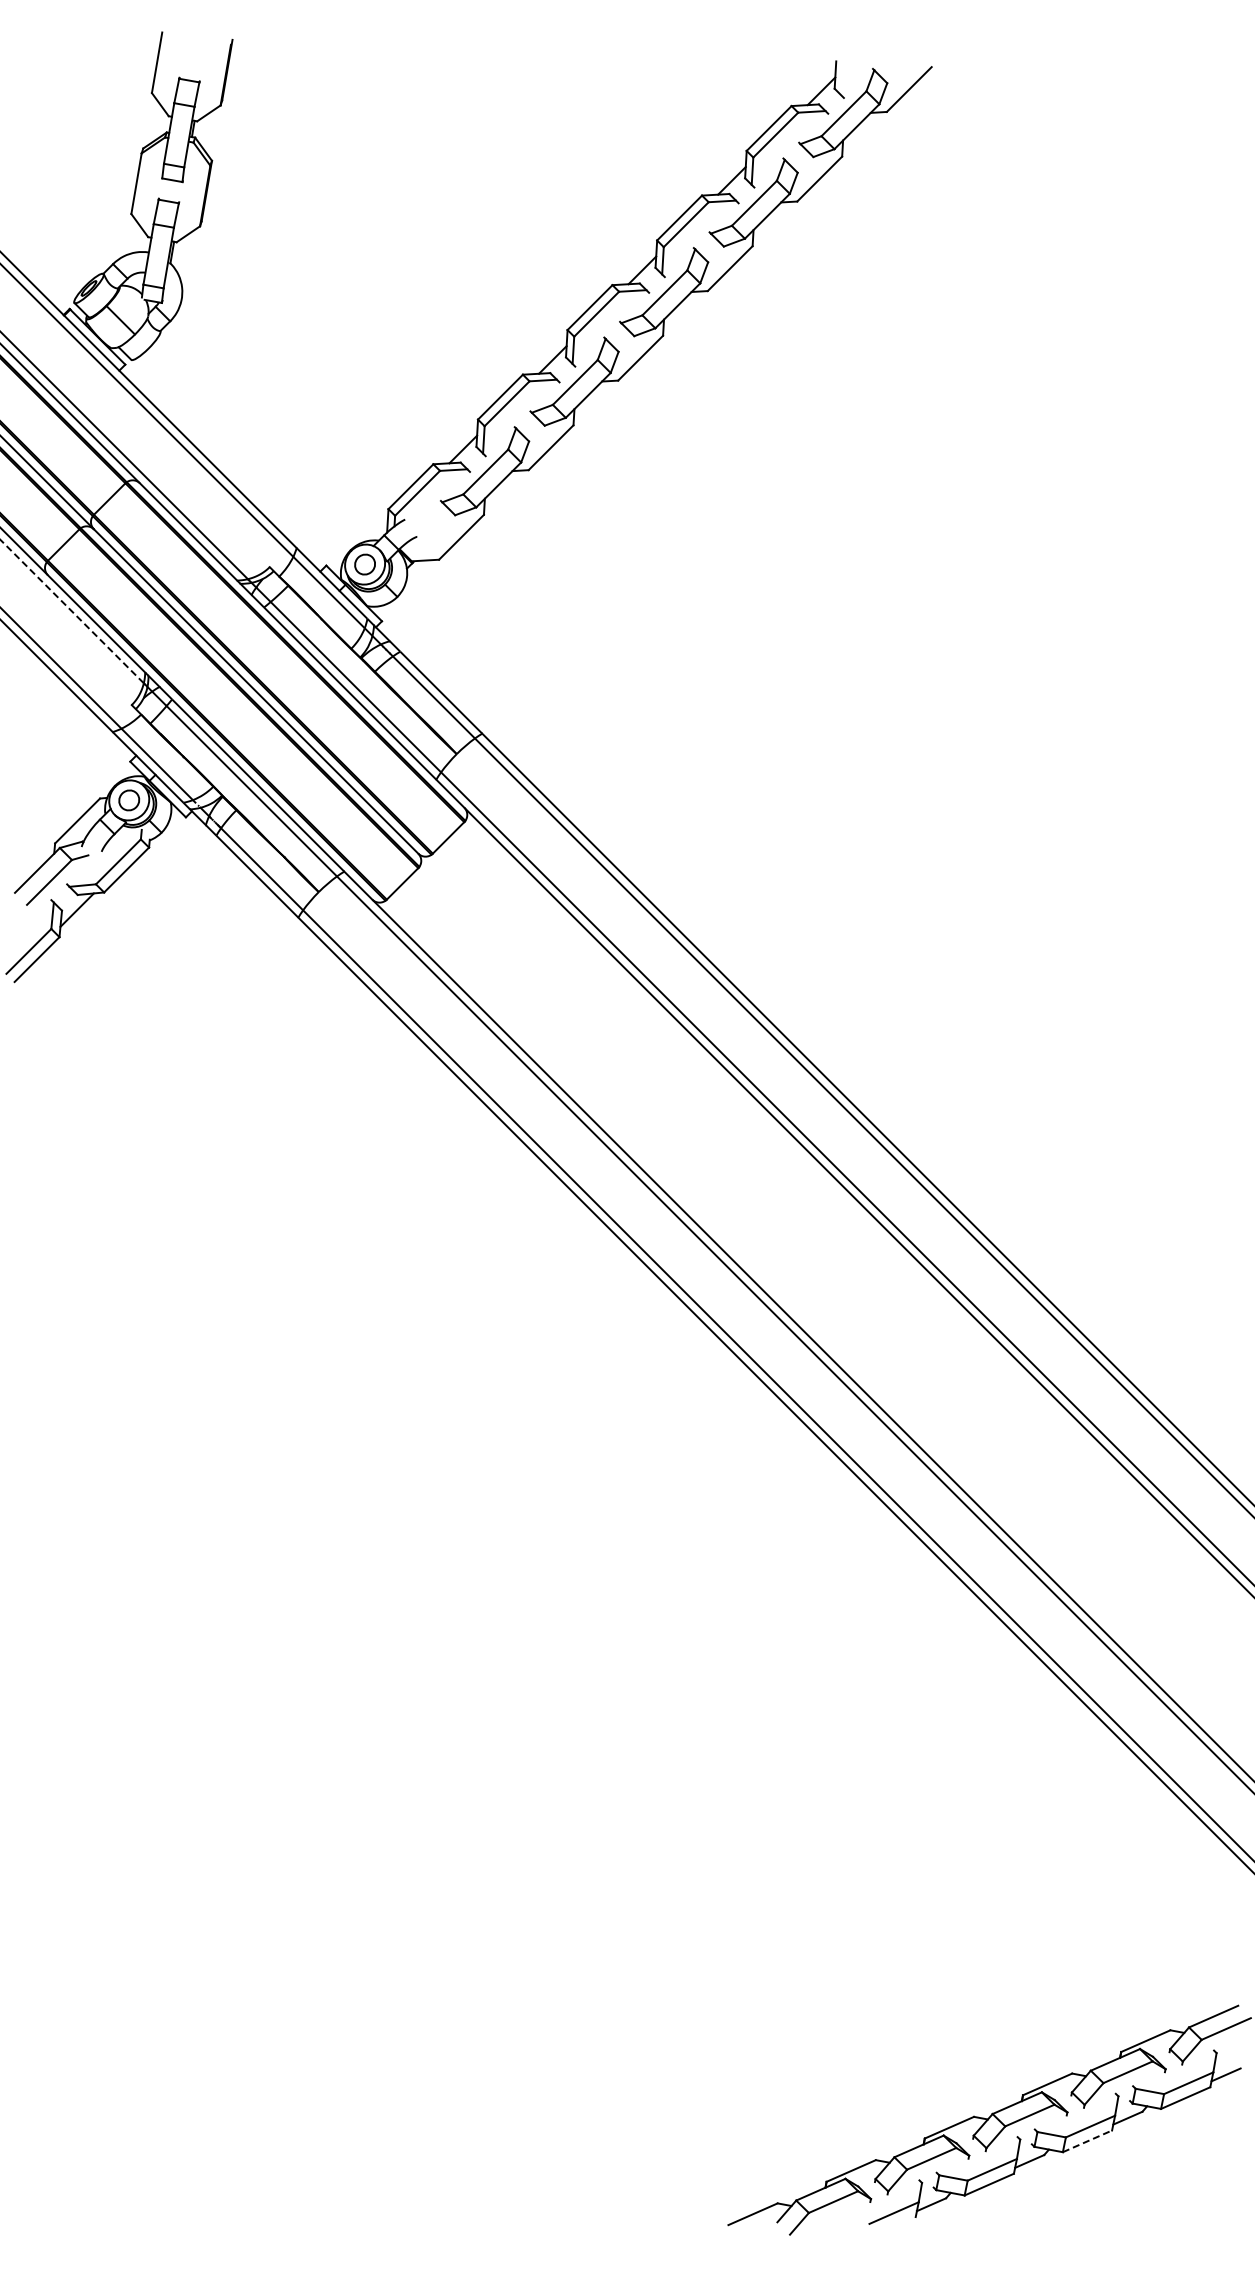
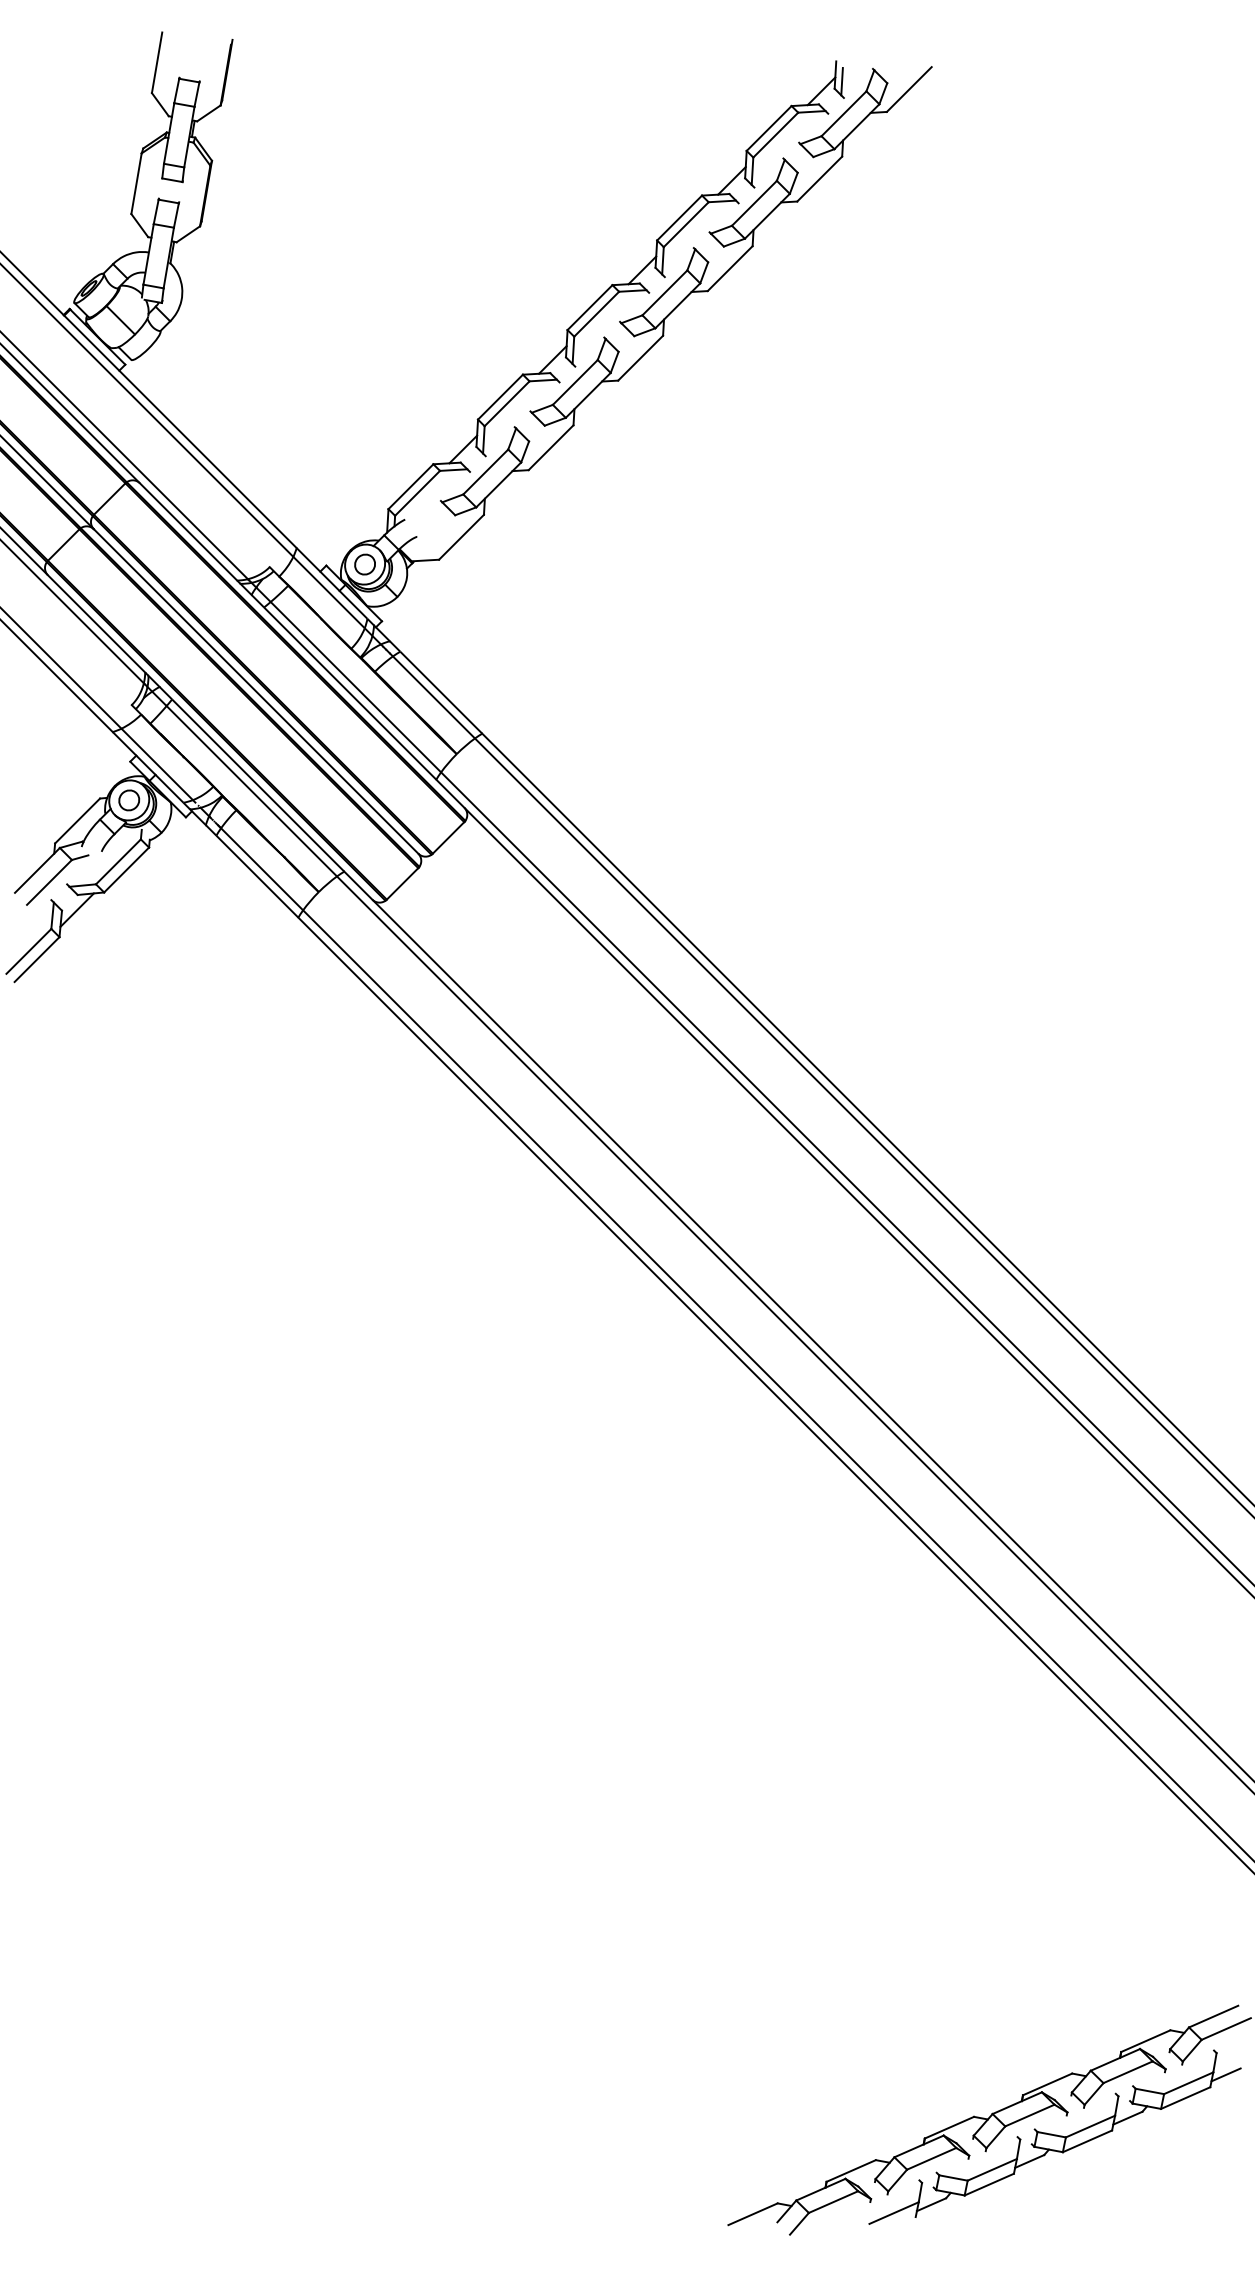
line at (841, 81): none -> present
line at (71, 611): dashed -> solid
line at (1087, 2141): dashed -> solid
